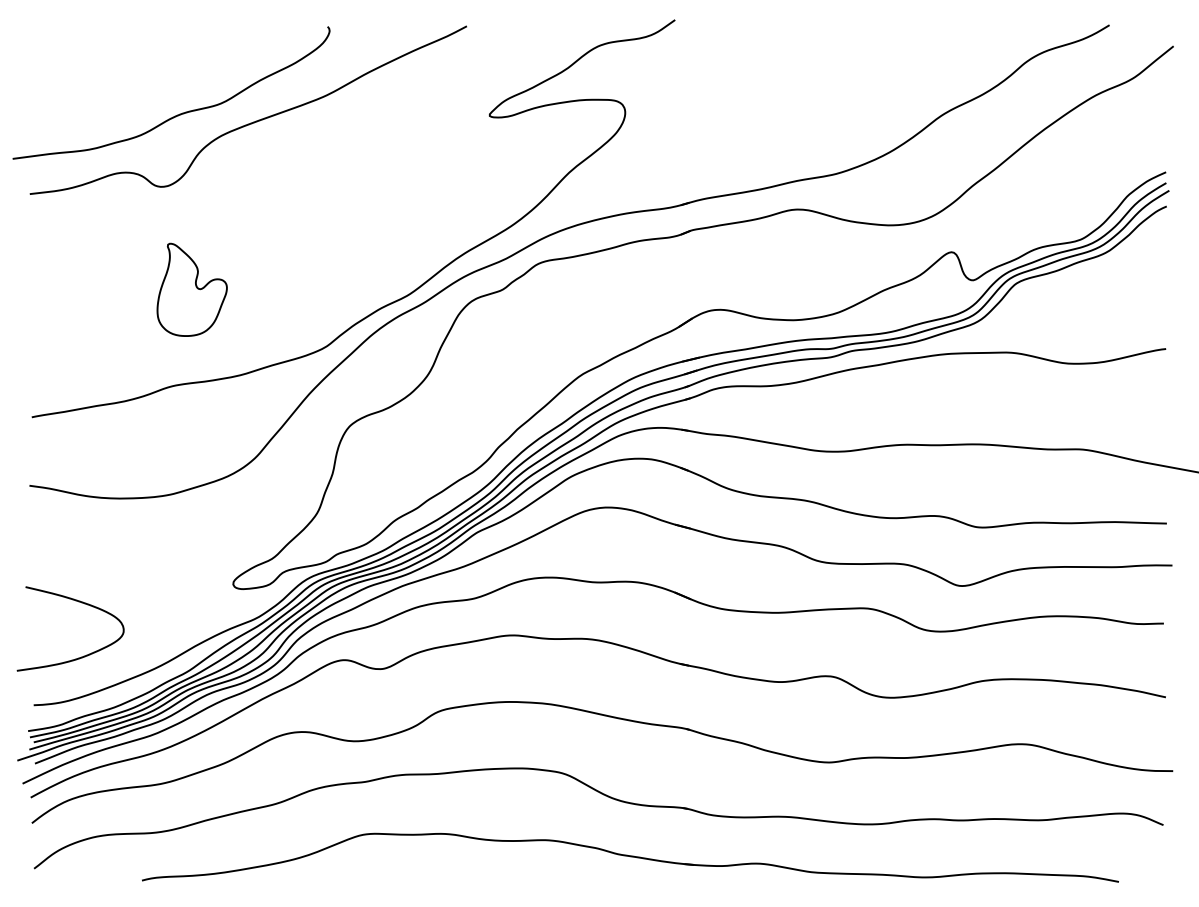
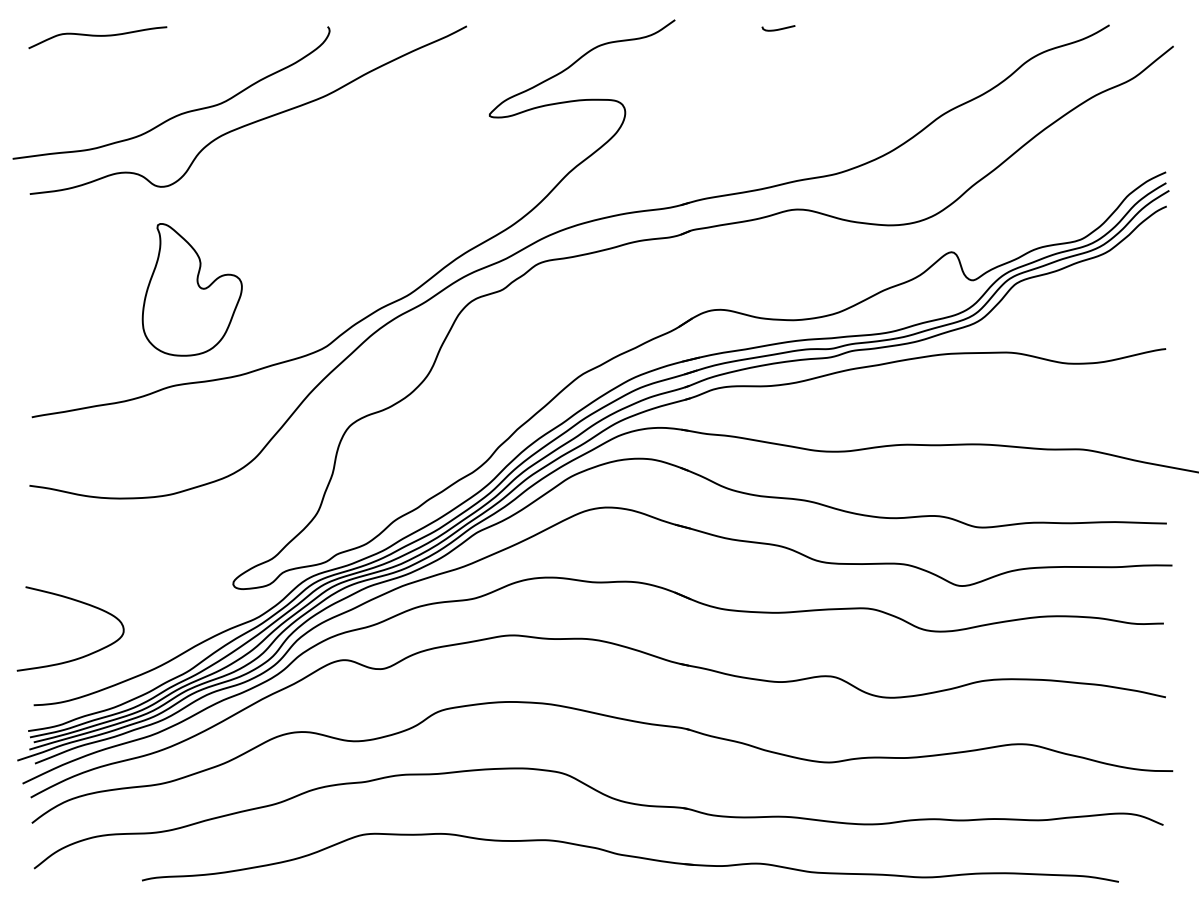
curve at (778, 28): none -> present
curve at (97, 36): none -> present
part at (191, 289) size: 72x95 px -> 102x134 px
